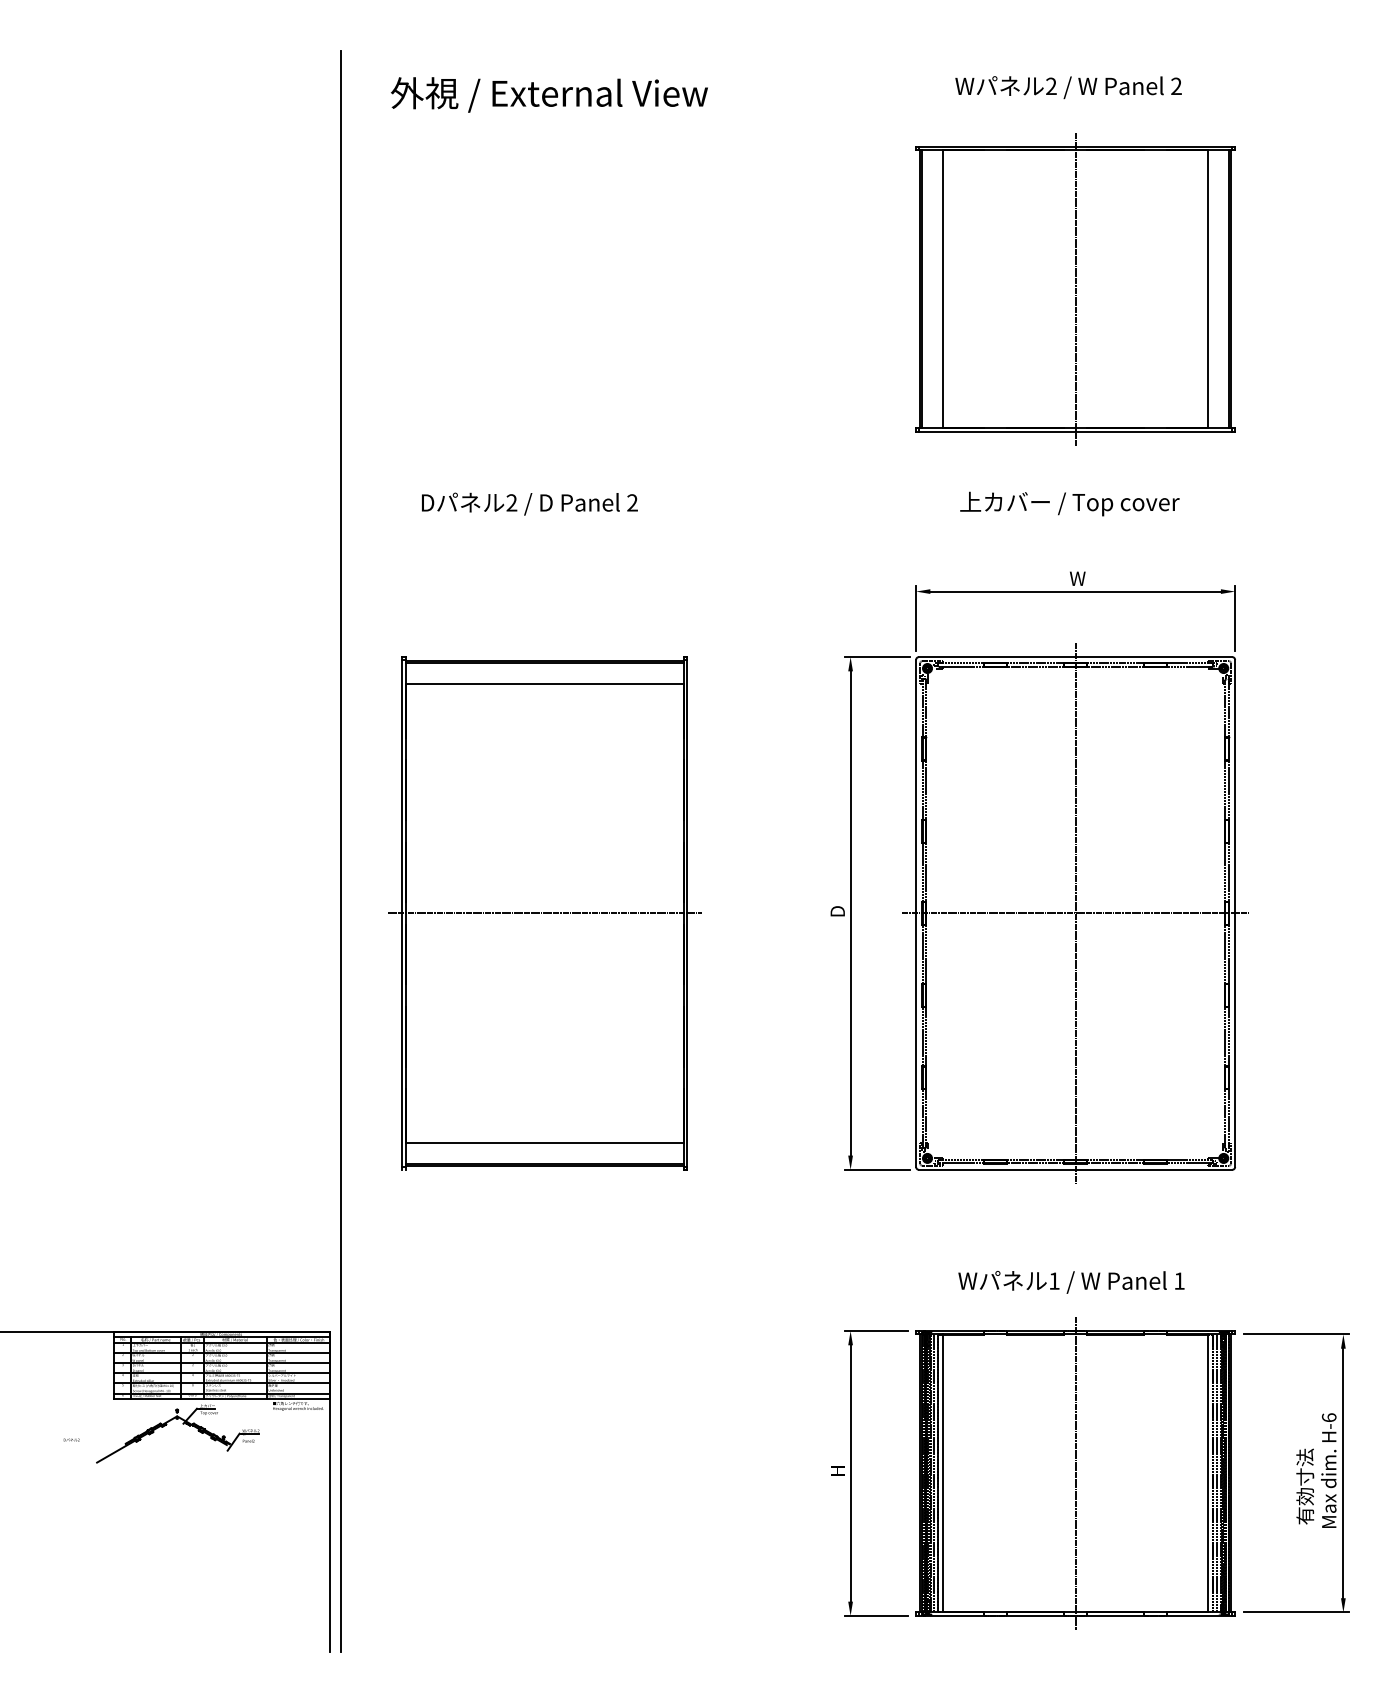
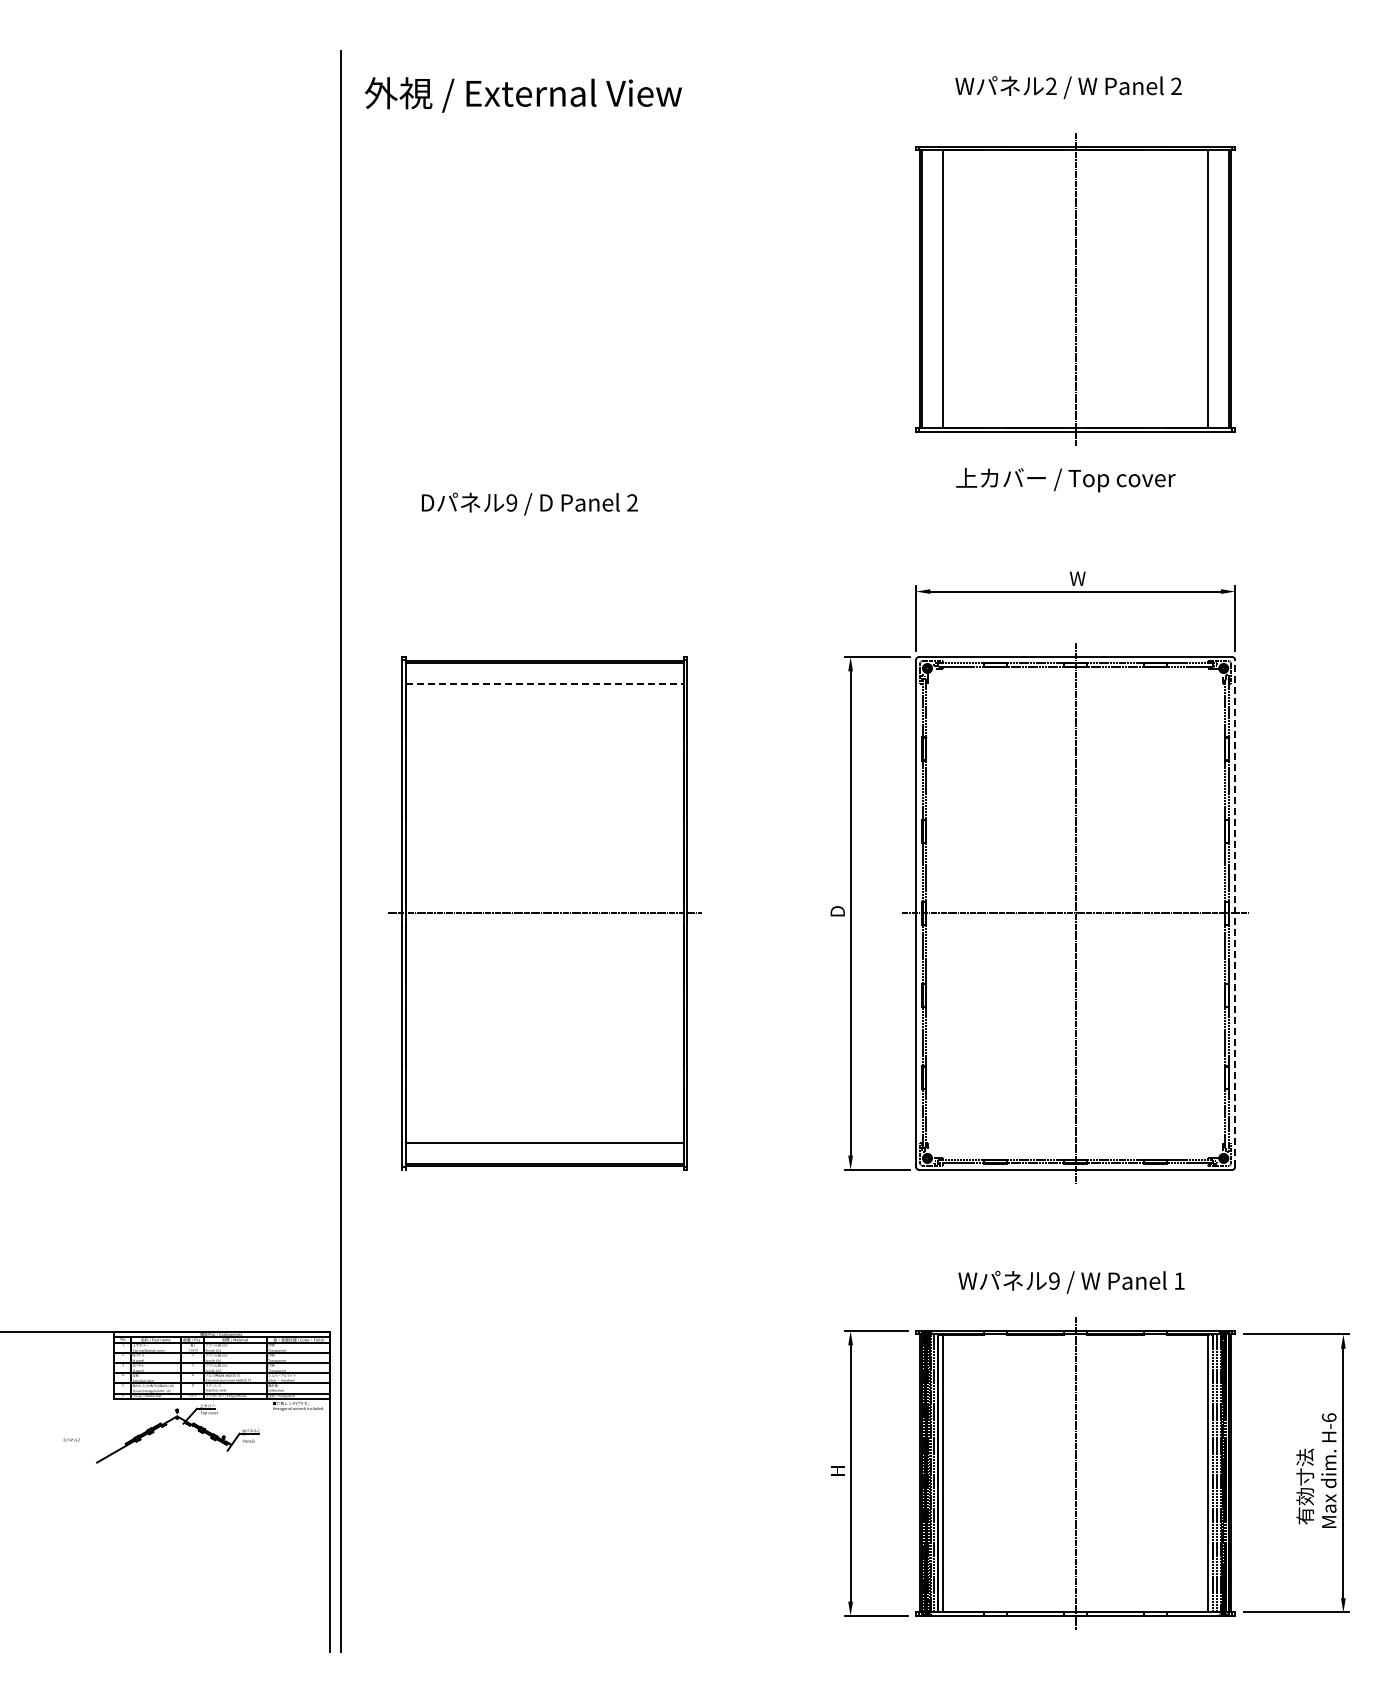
text at (549, 94) position: (549, 94) -> (523, 94)
text at (511, 502): 2 -> 9
text at (1069, 503) position: (1069, 503) -> (1065, 479)
line at (545, 683): solid -> dashed
line at (1235, 913): solid -> dashed
text at (1054, 1280): 1 -> 9
